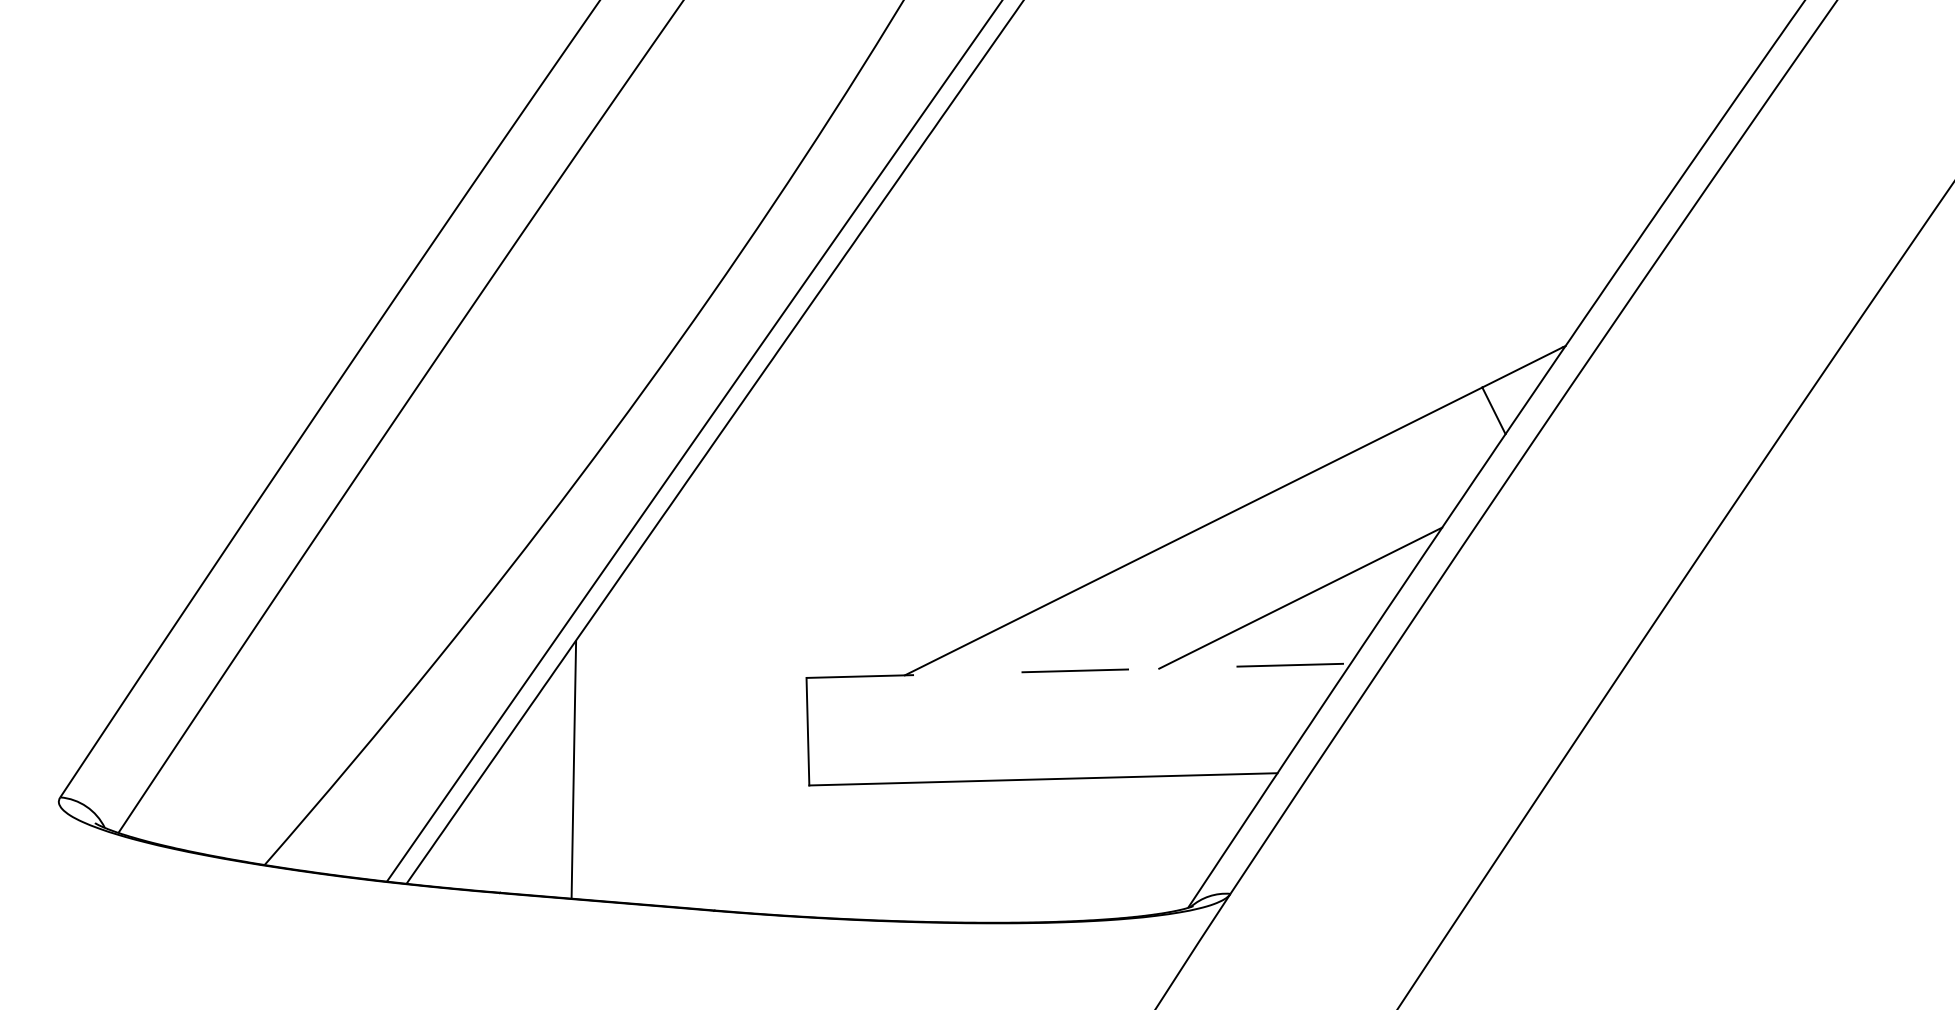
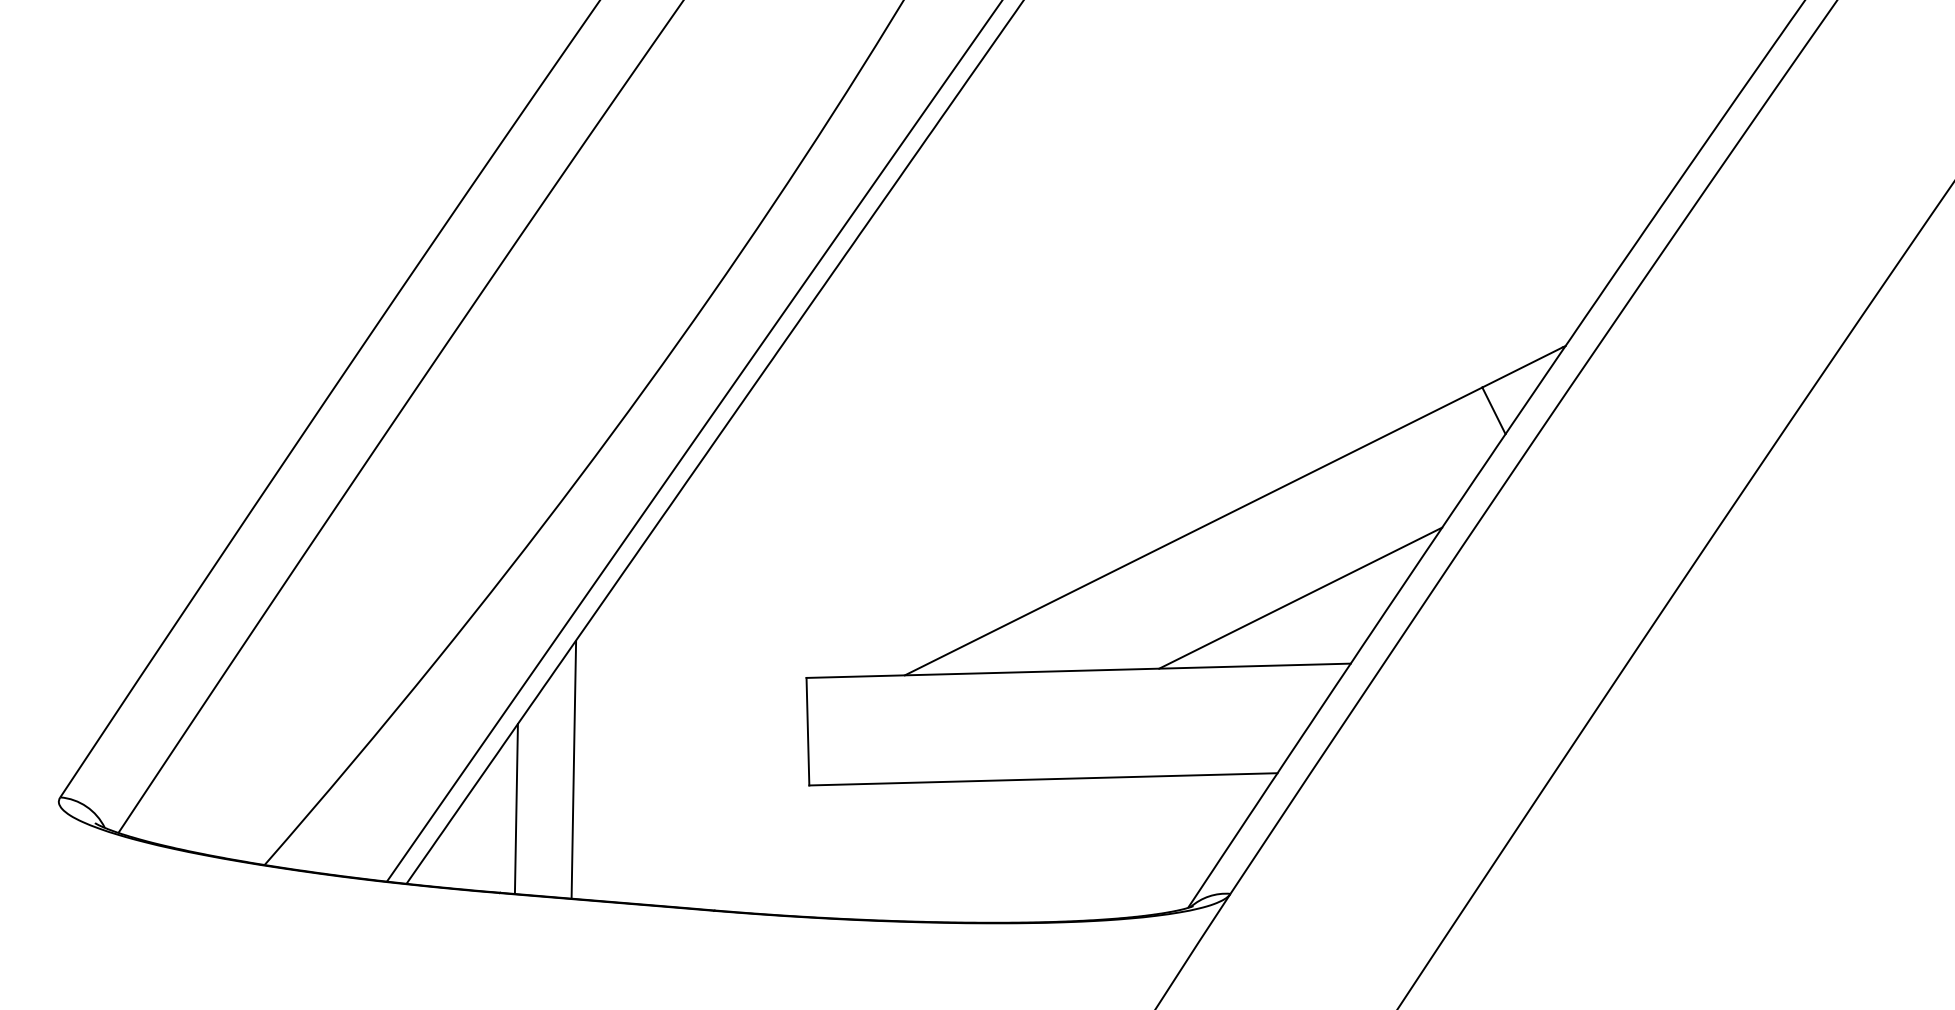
line at (1079, 670): dashed -> solid
line at (515, 808): none -> present
